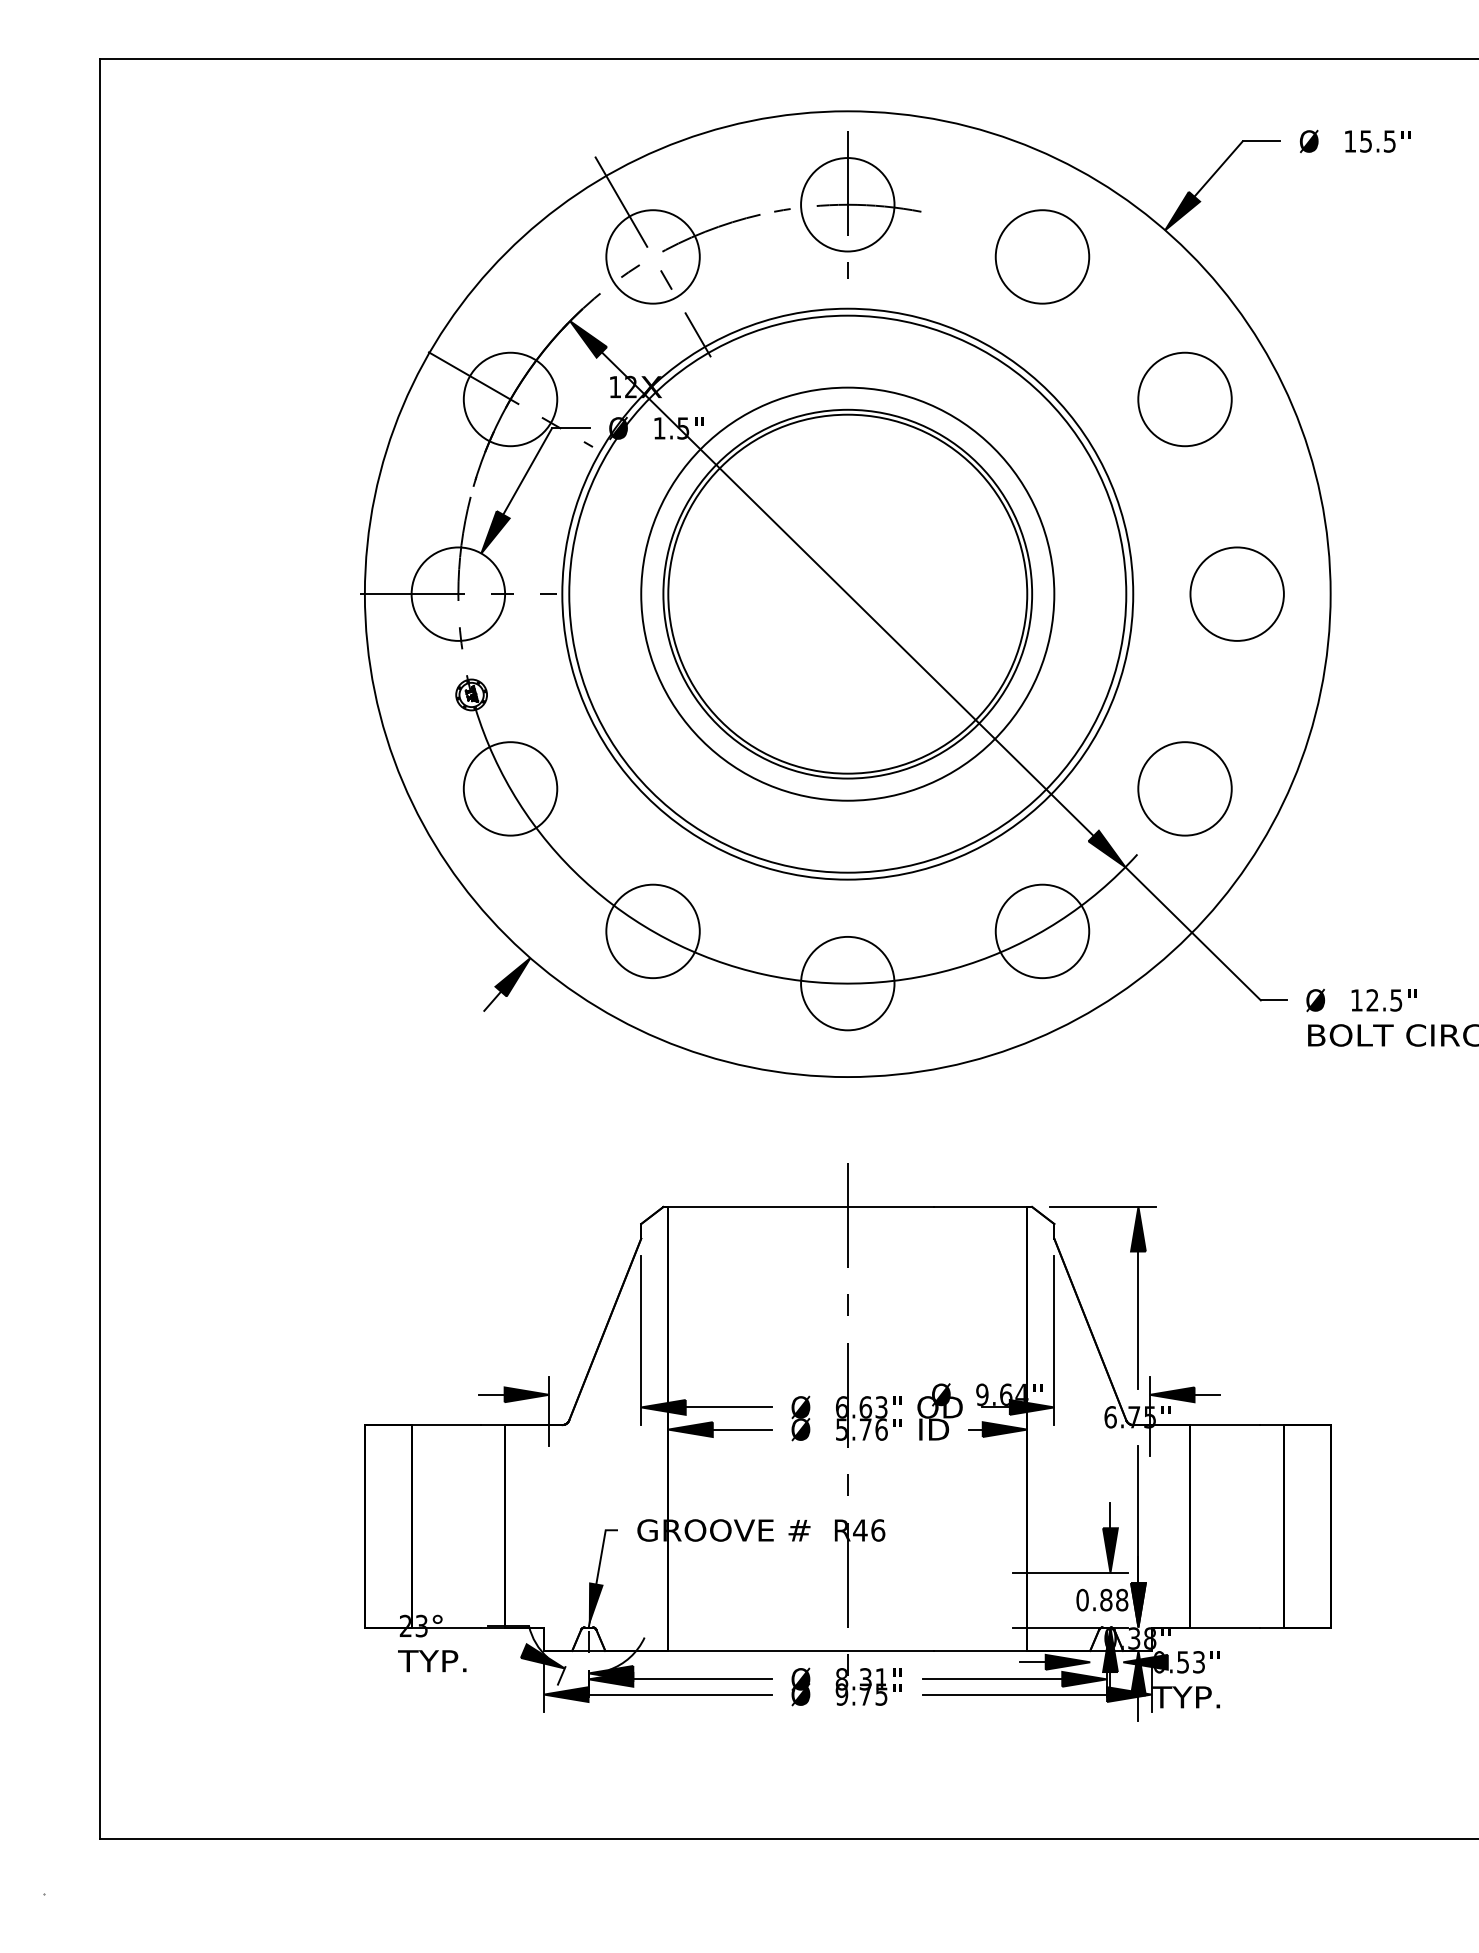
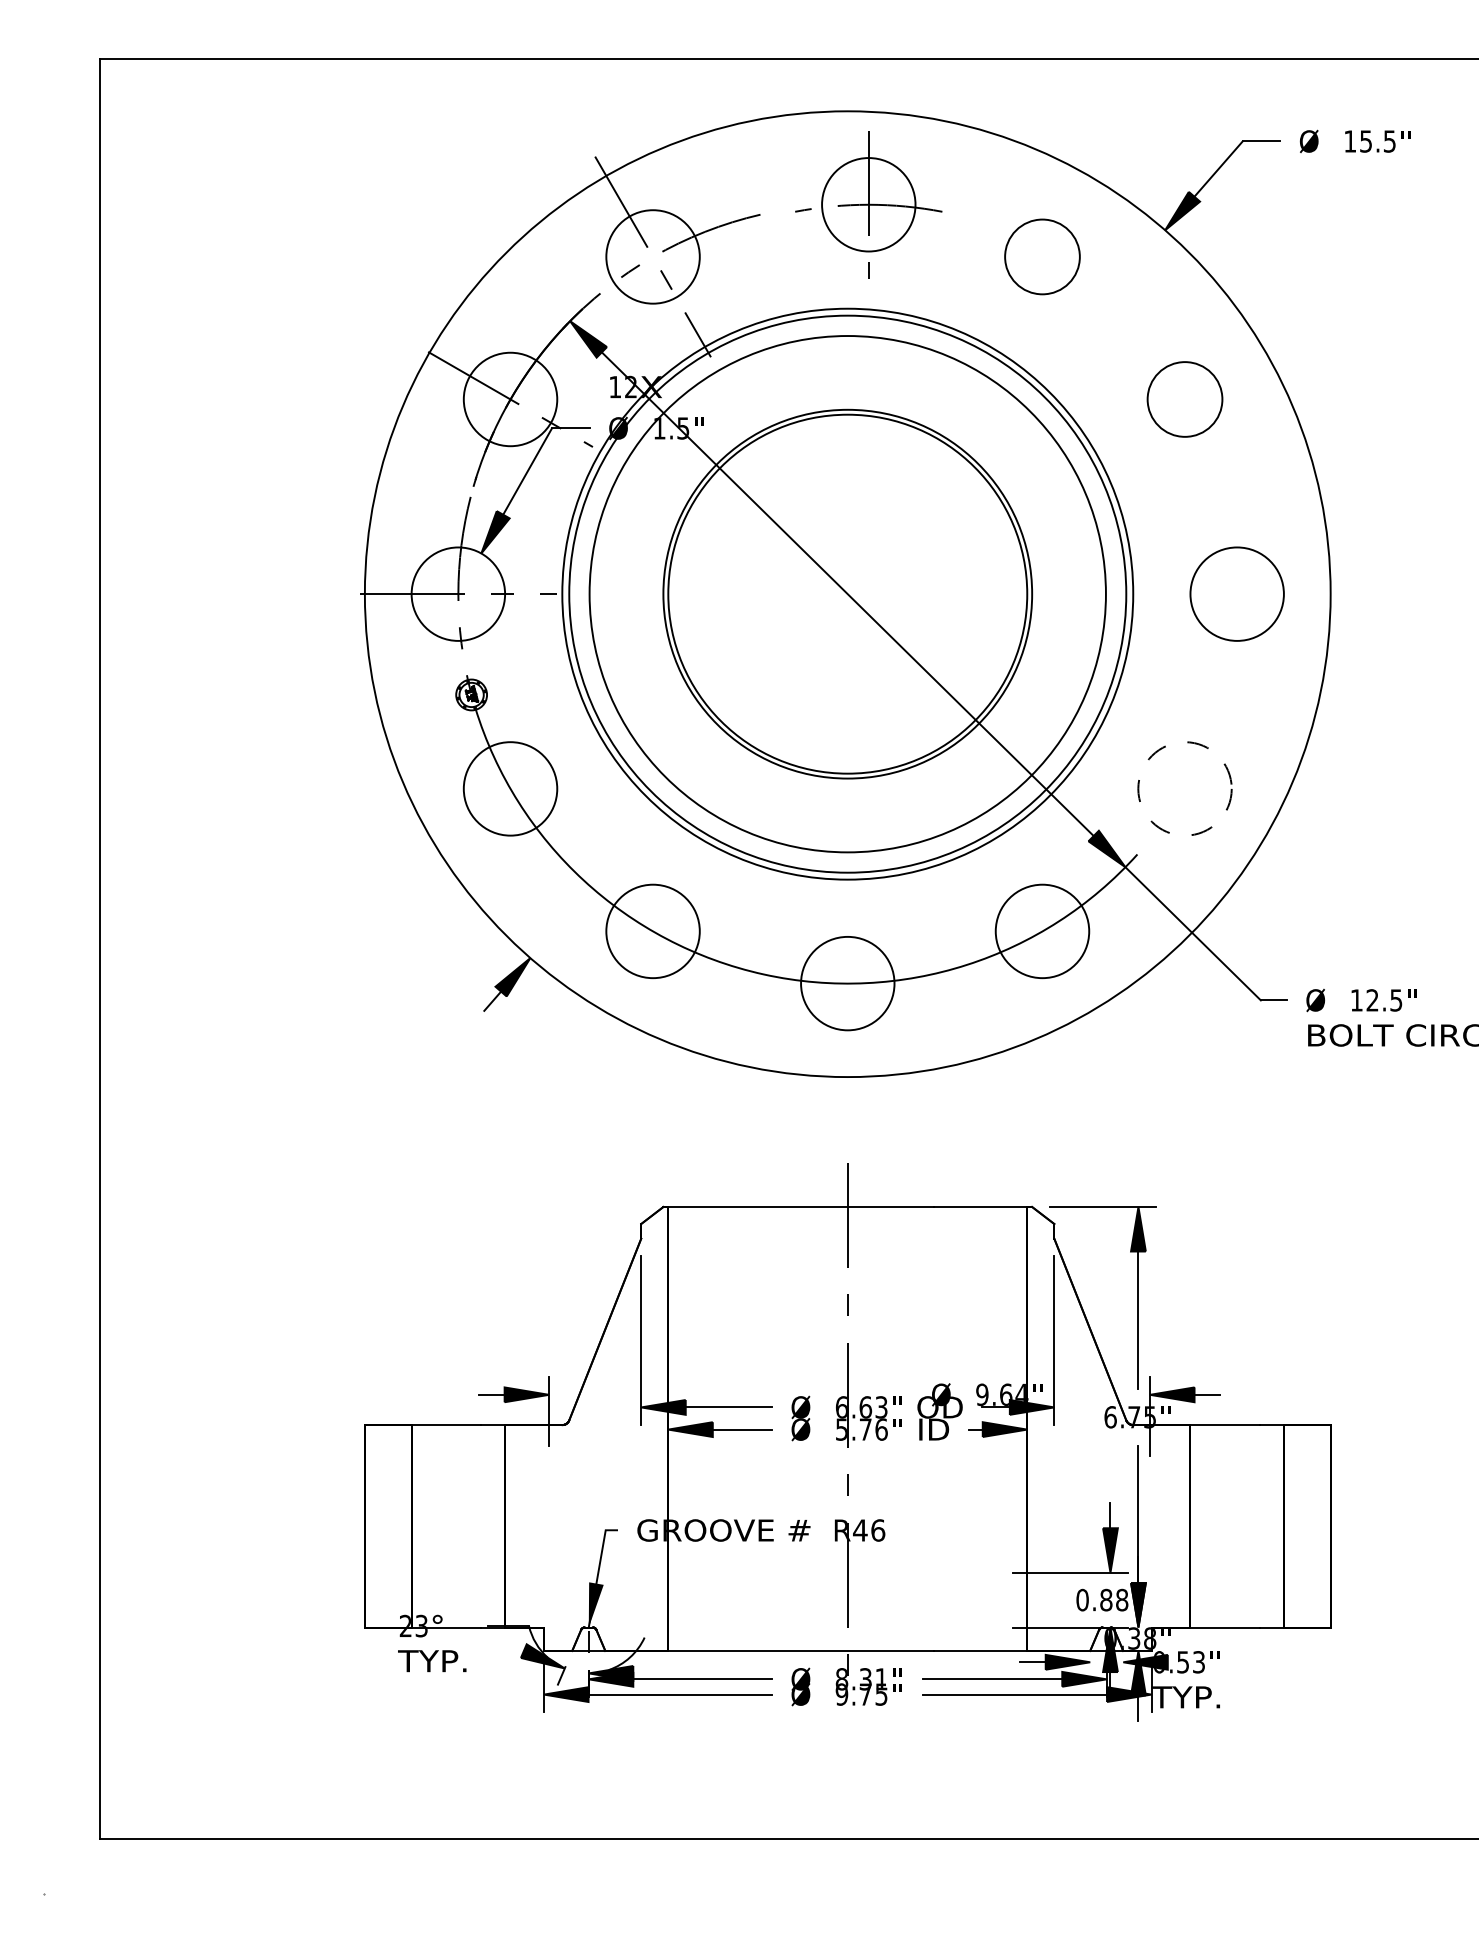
part at (847, 204) position: (847, 204) -> (868, 204)
circle at (1042, 256) size: 97x96 px -> 77x78 px
circle at (1184, 399) diameter: 93 px -> 75 px
circle at (847, 593) diameter: 413 px -> 516 px
circle at (1184, 788): solid -> dashed
